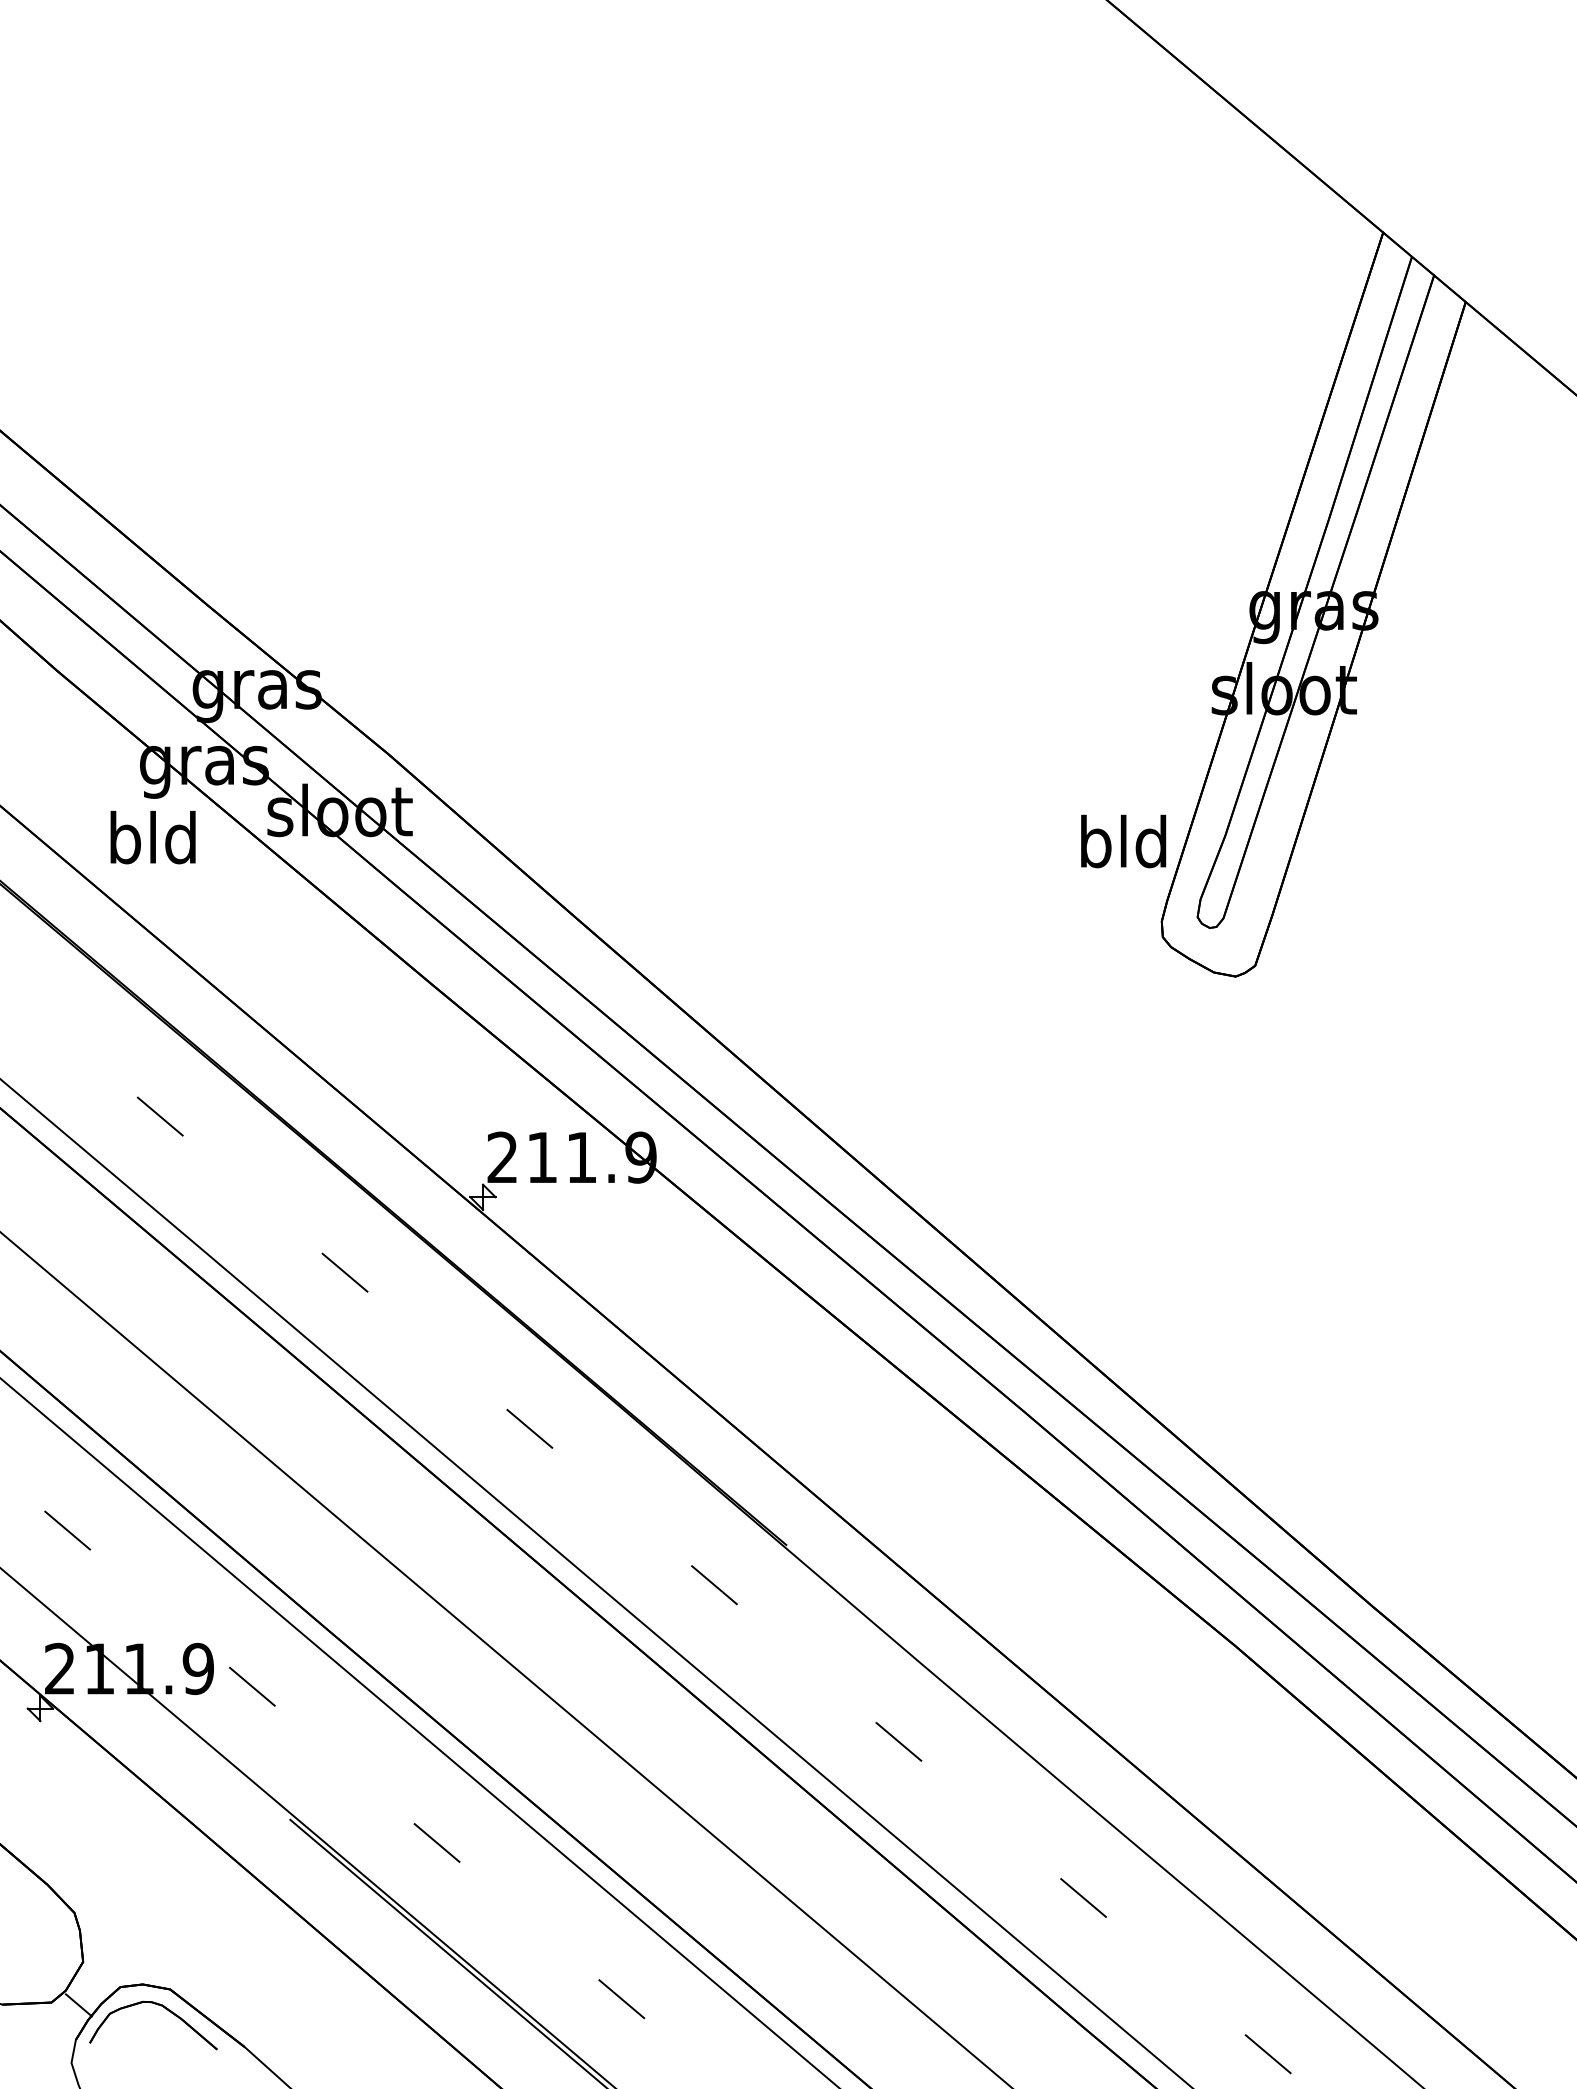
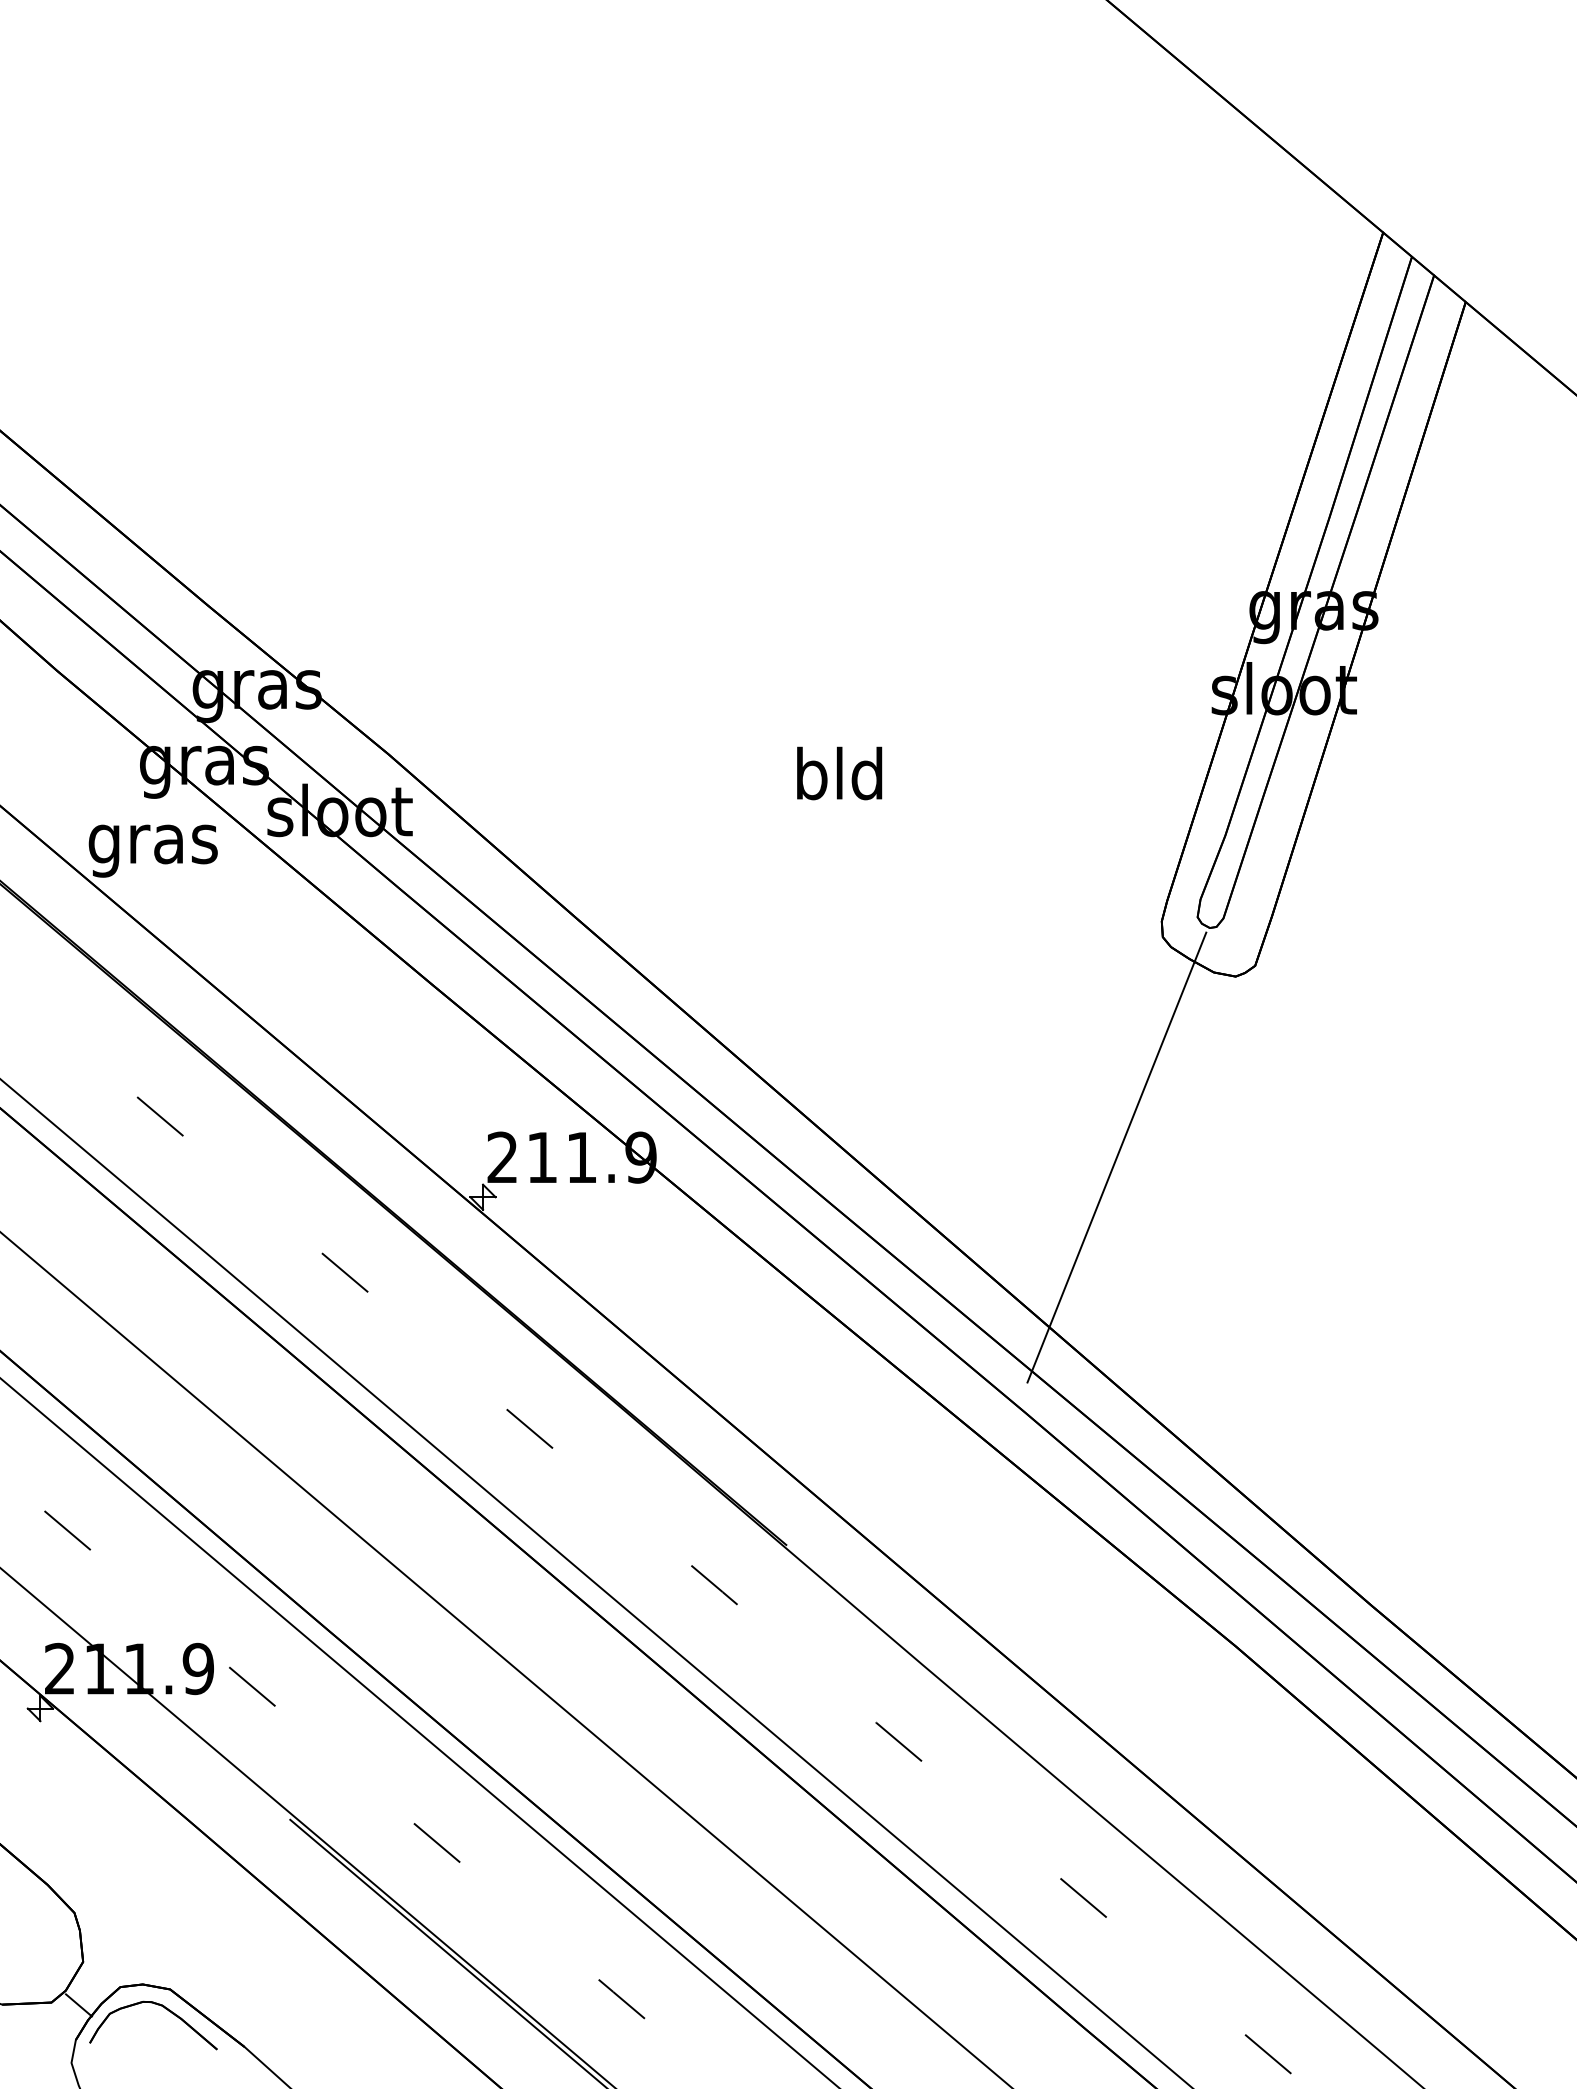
text at (1123, 841) position: (1123, 841) -> (839, 773)
text at (152, 843): bld -> gras
line at (1116, 1157): none -> present
